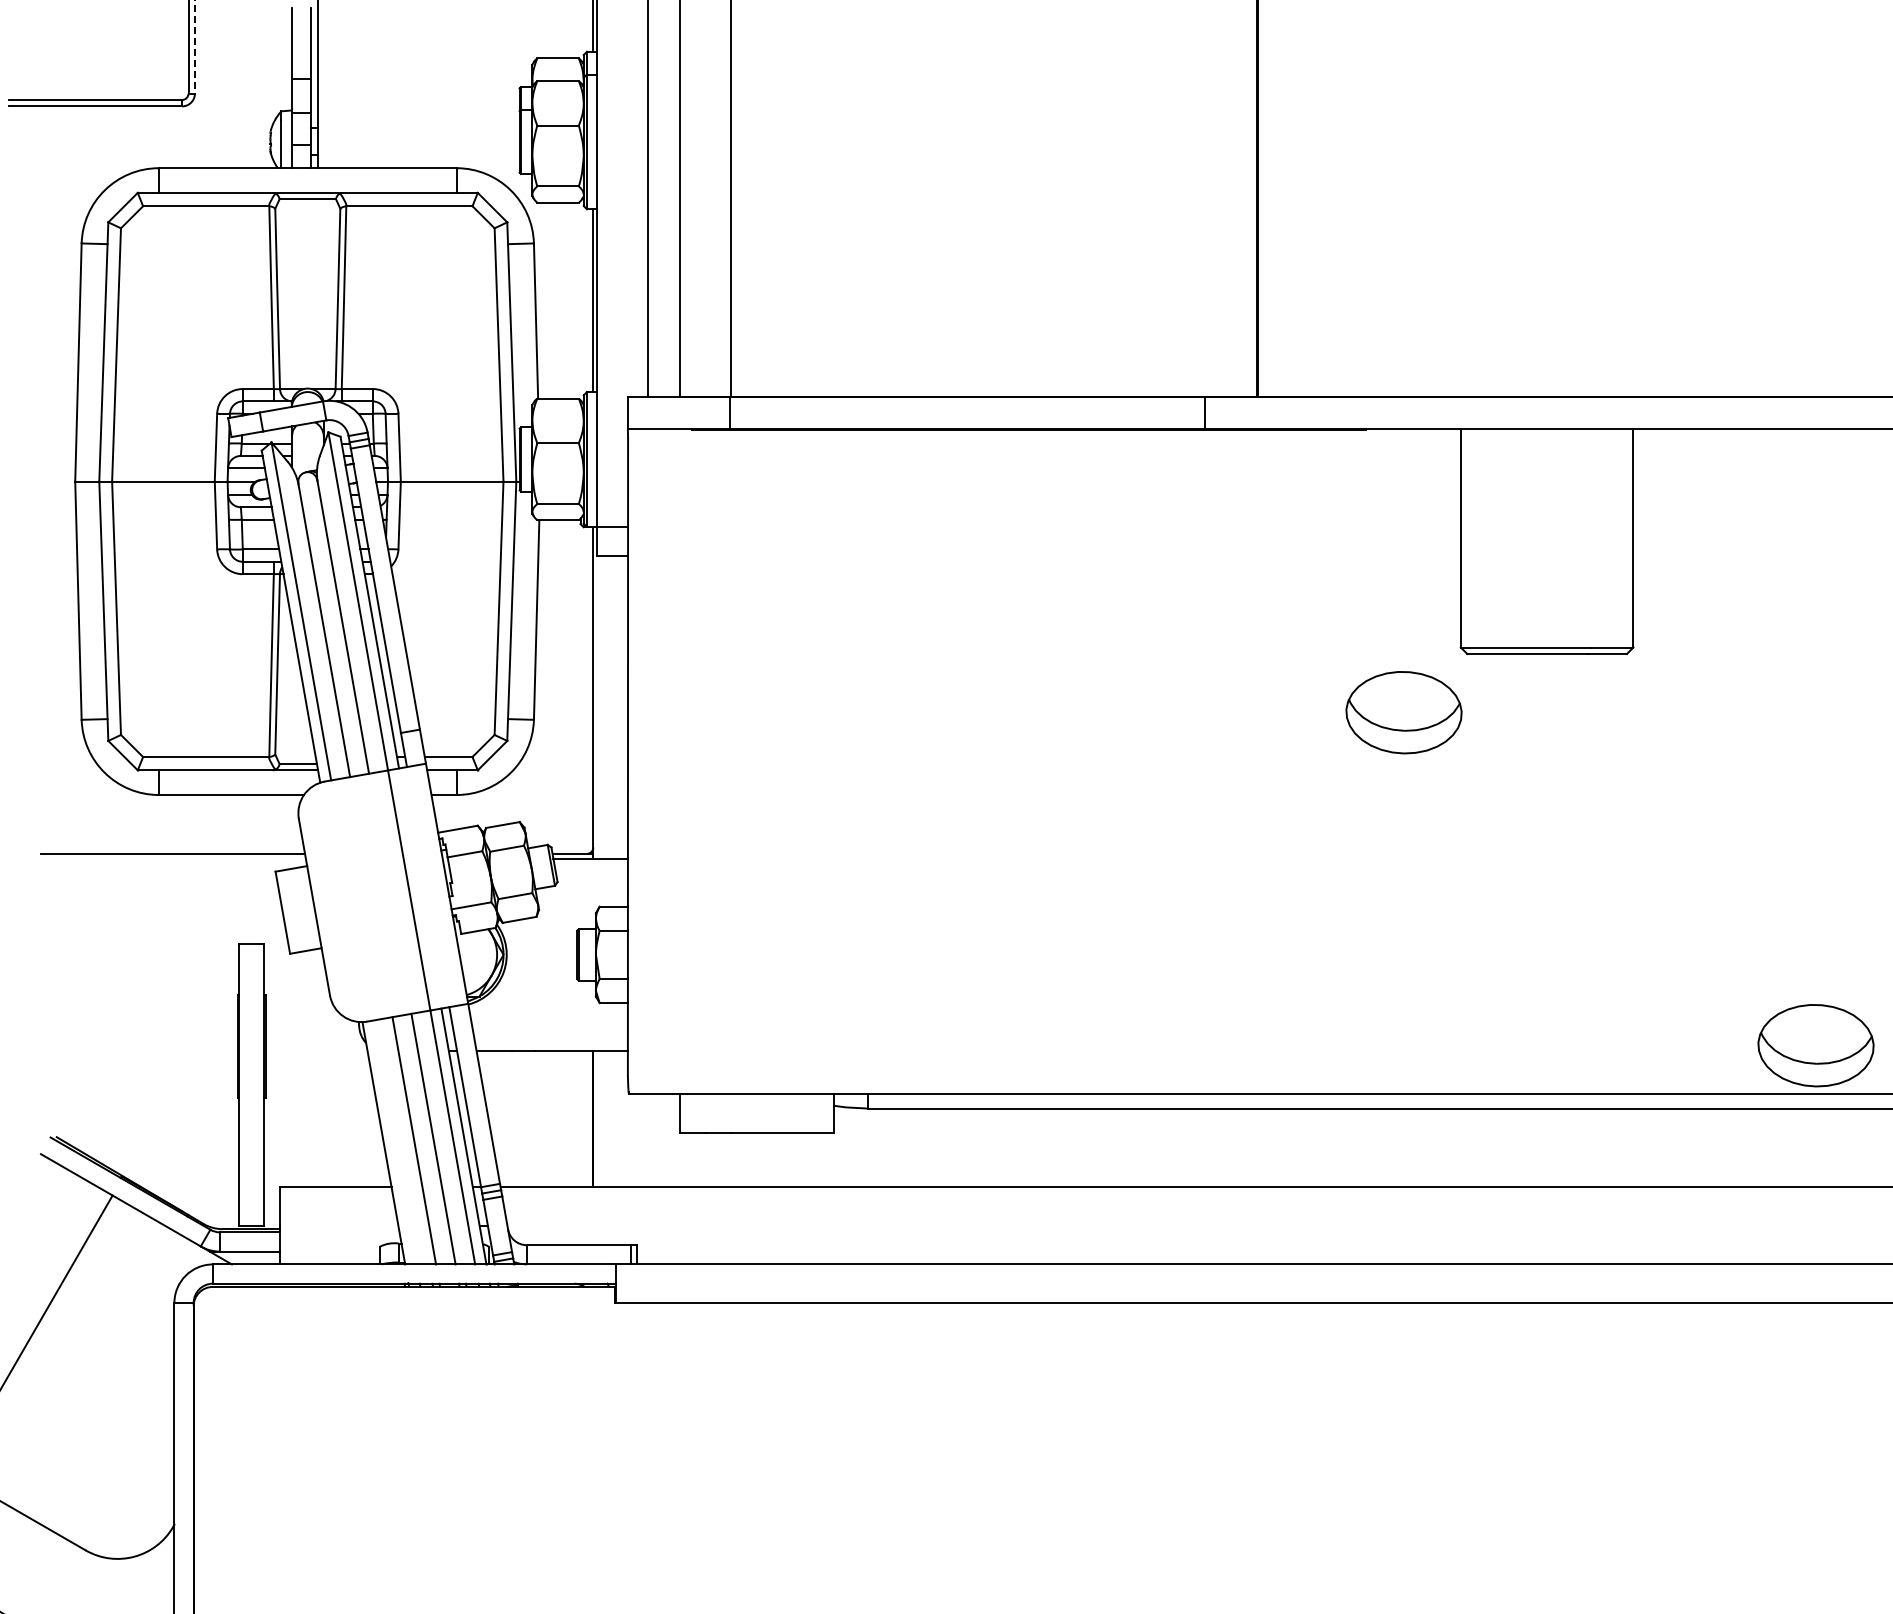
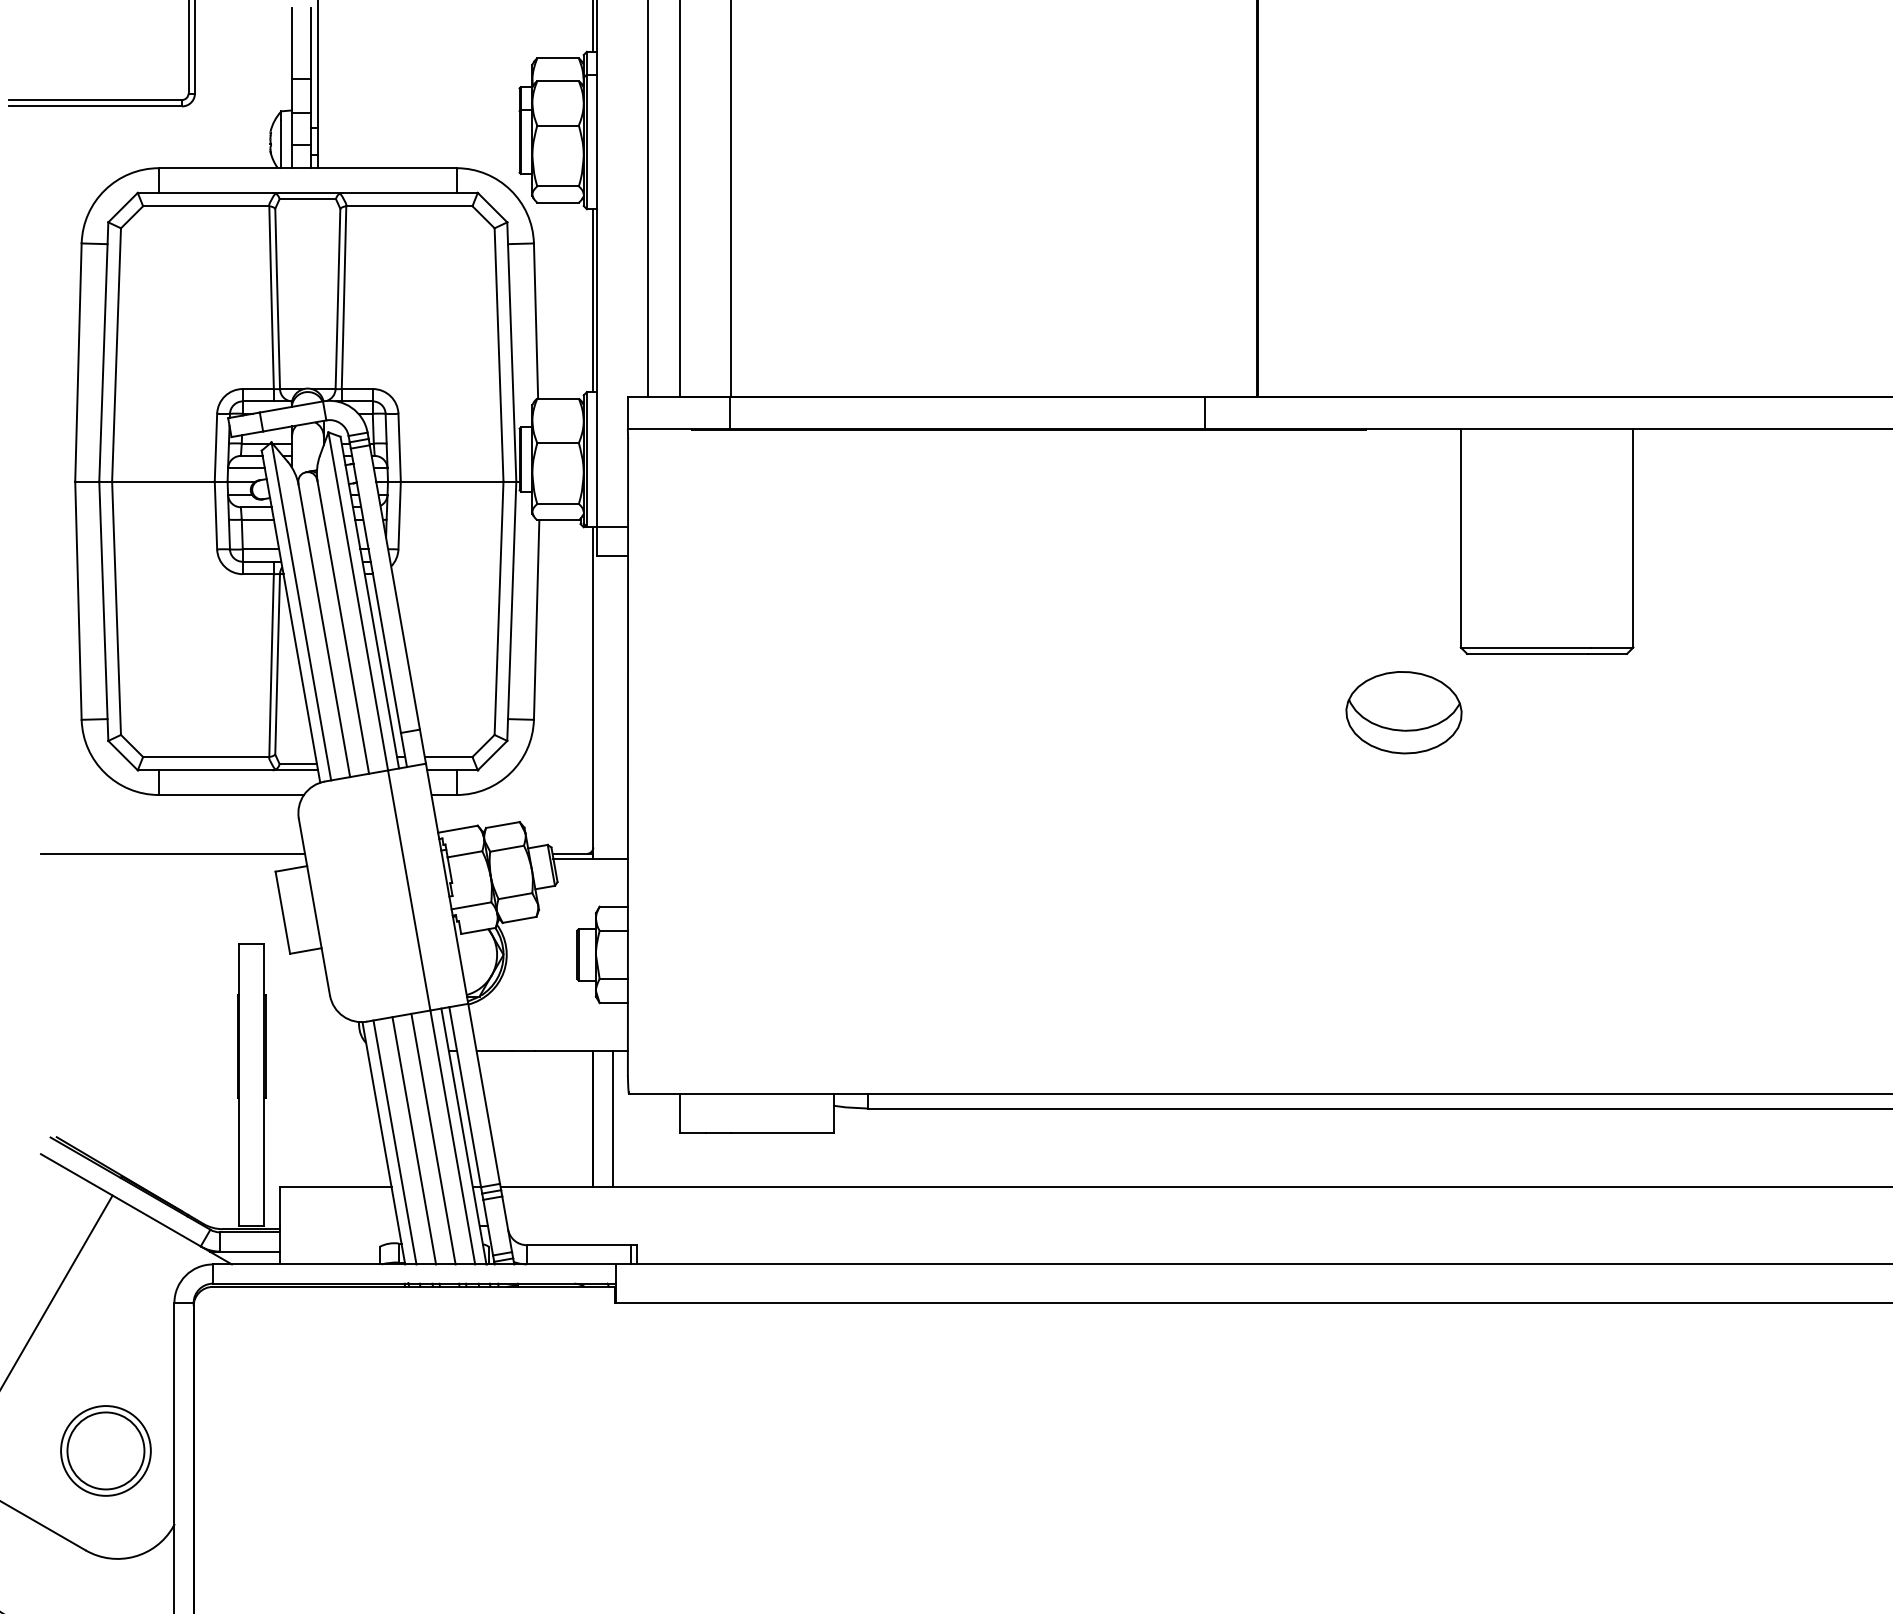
line at (194, 47): dashed -> solid
part at (1815, 1045): present -> none
line at (612, 1119): none -> present
line at (394, 1142): none -> present
part at (105, 1450): none -> present
